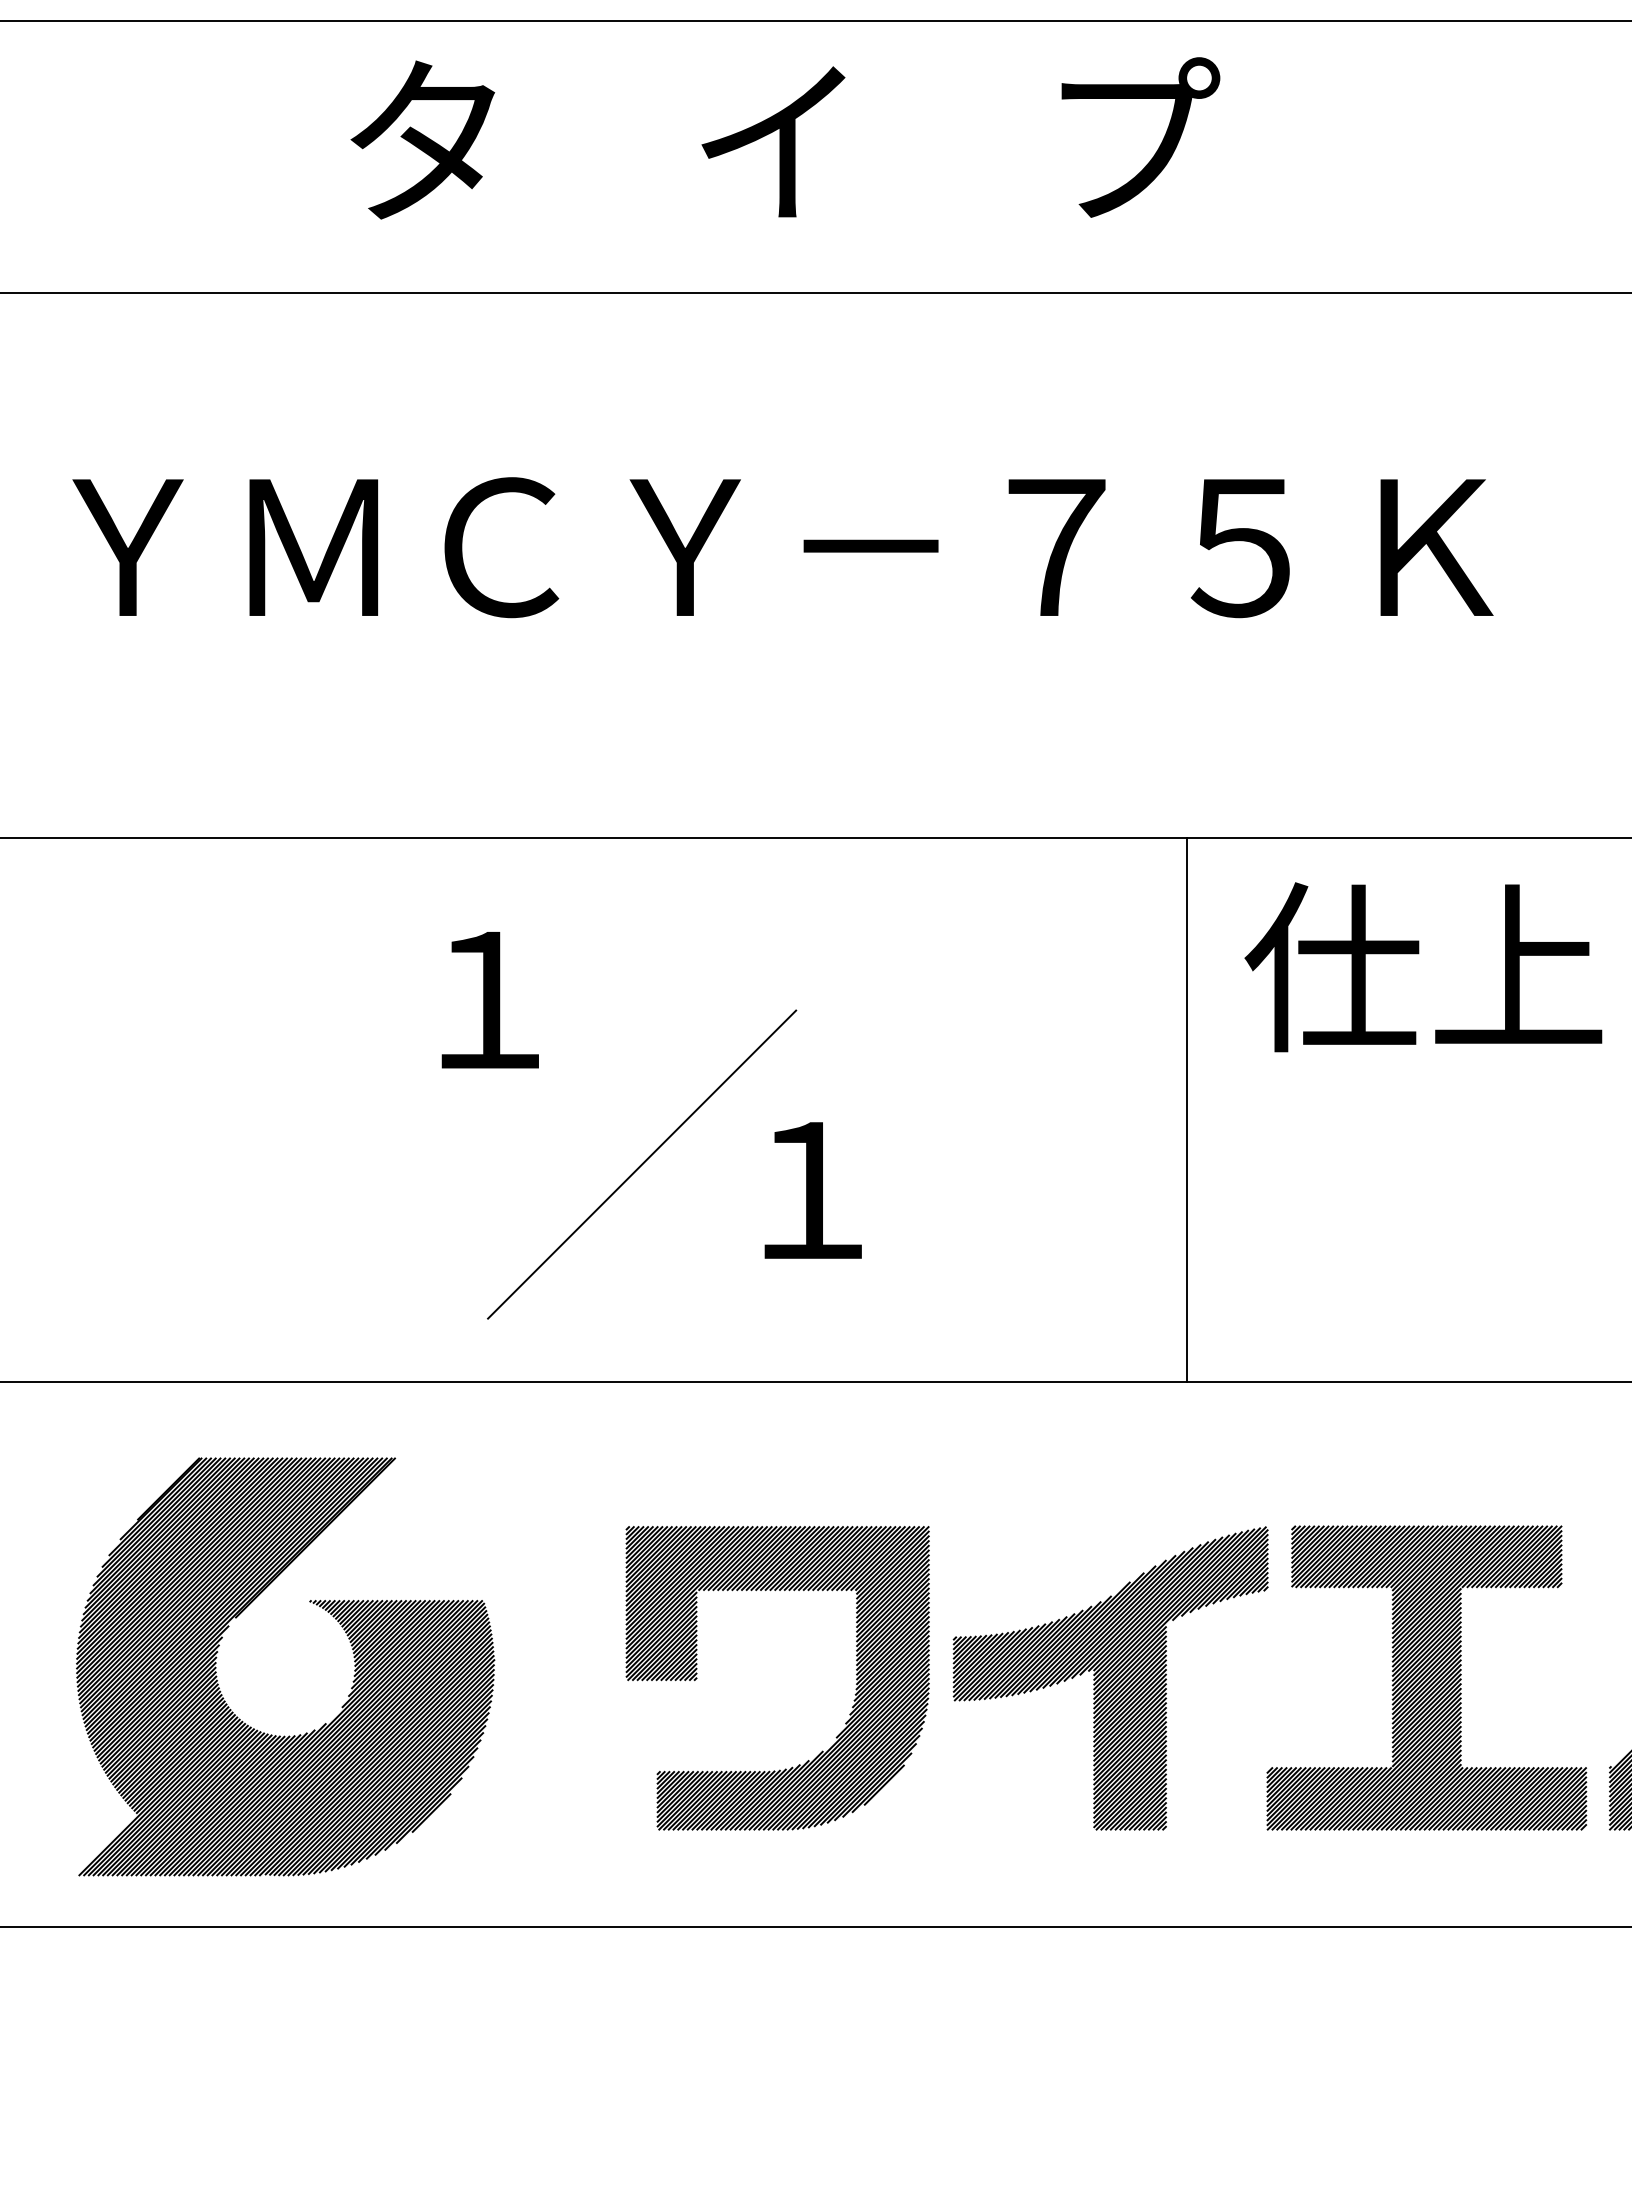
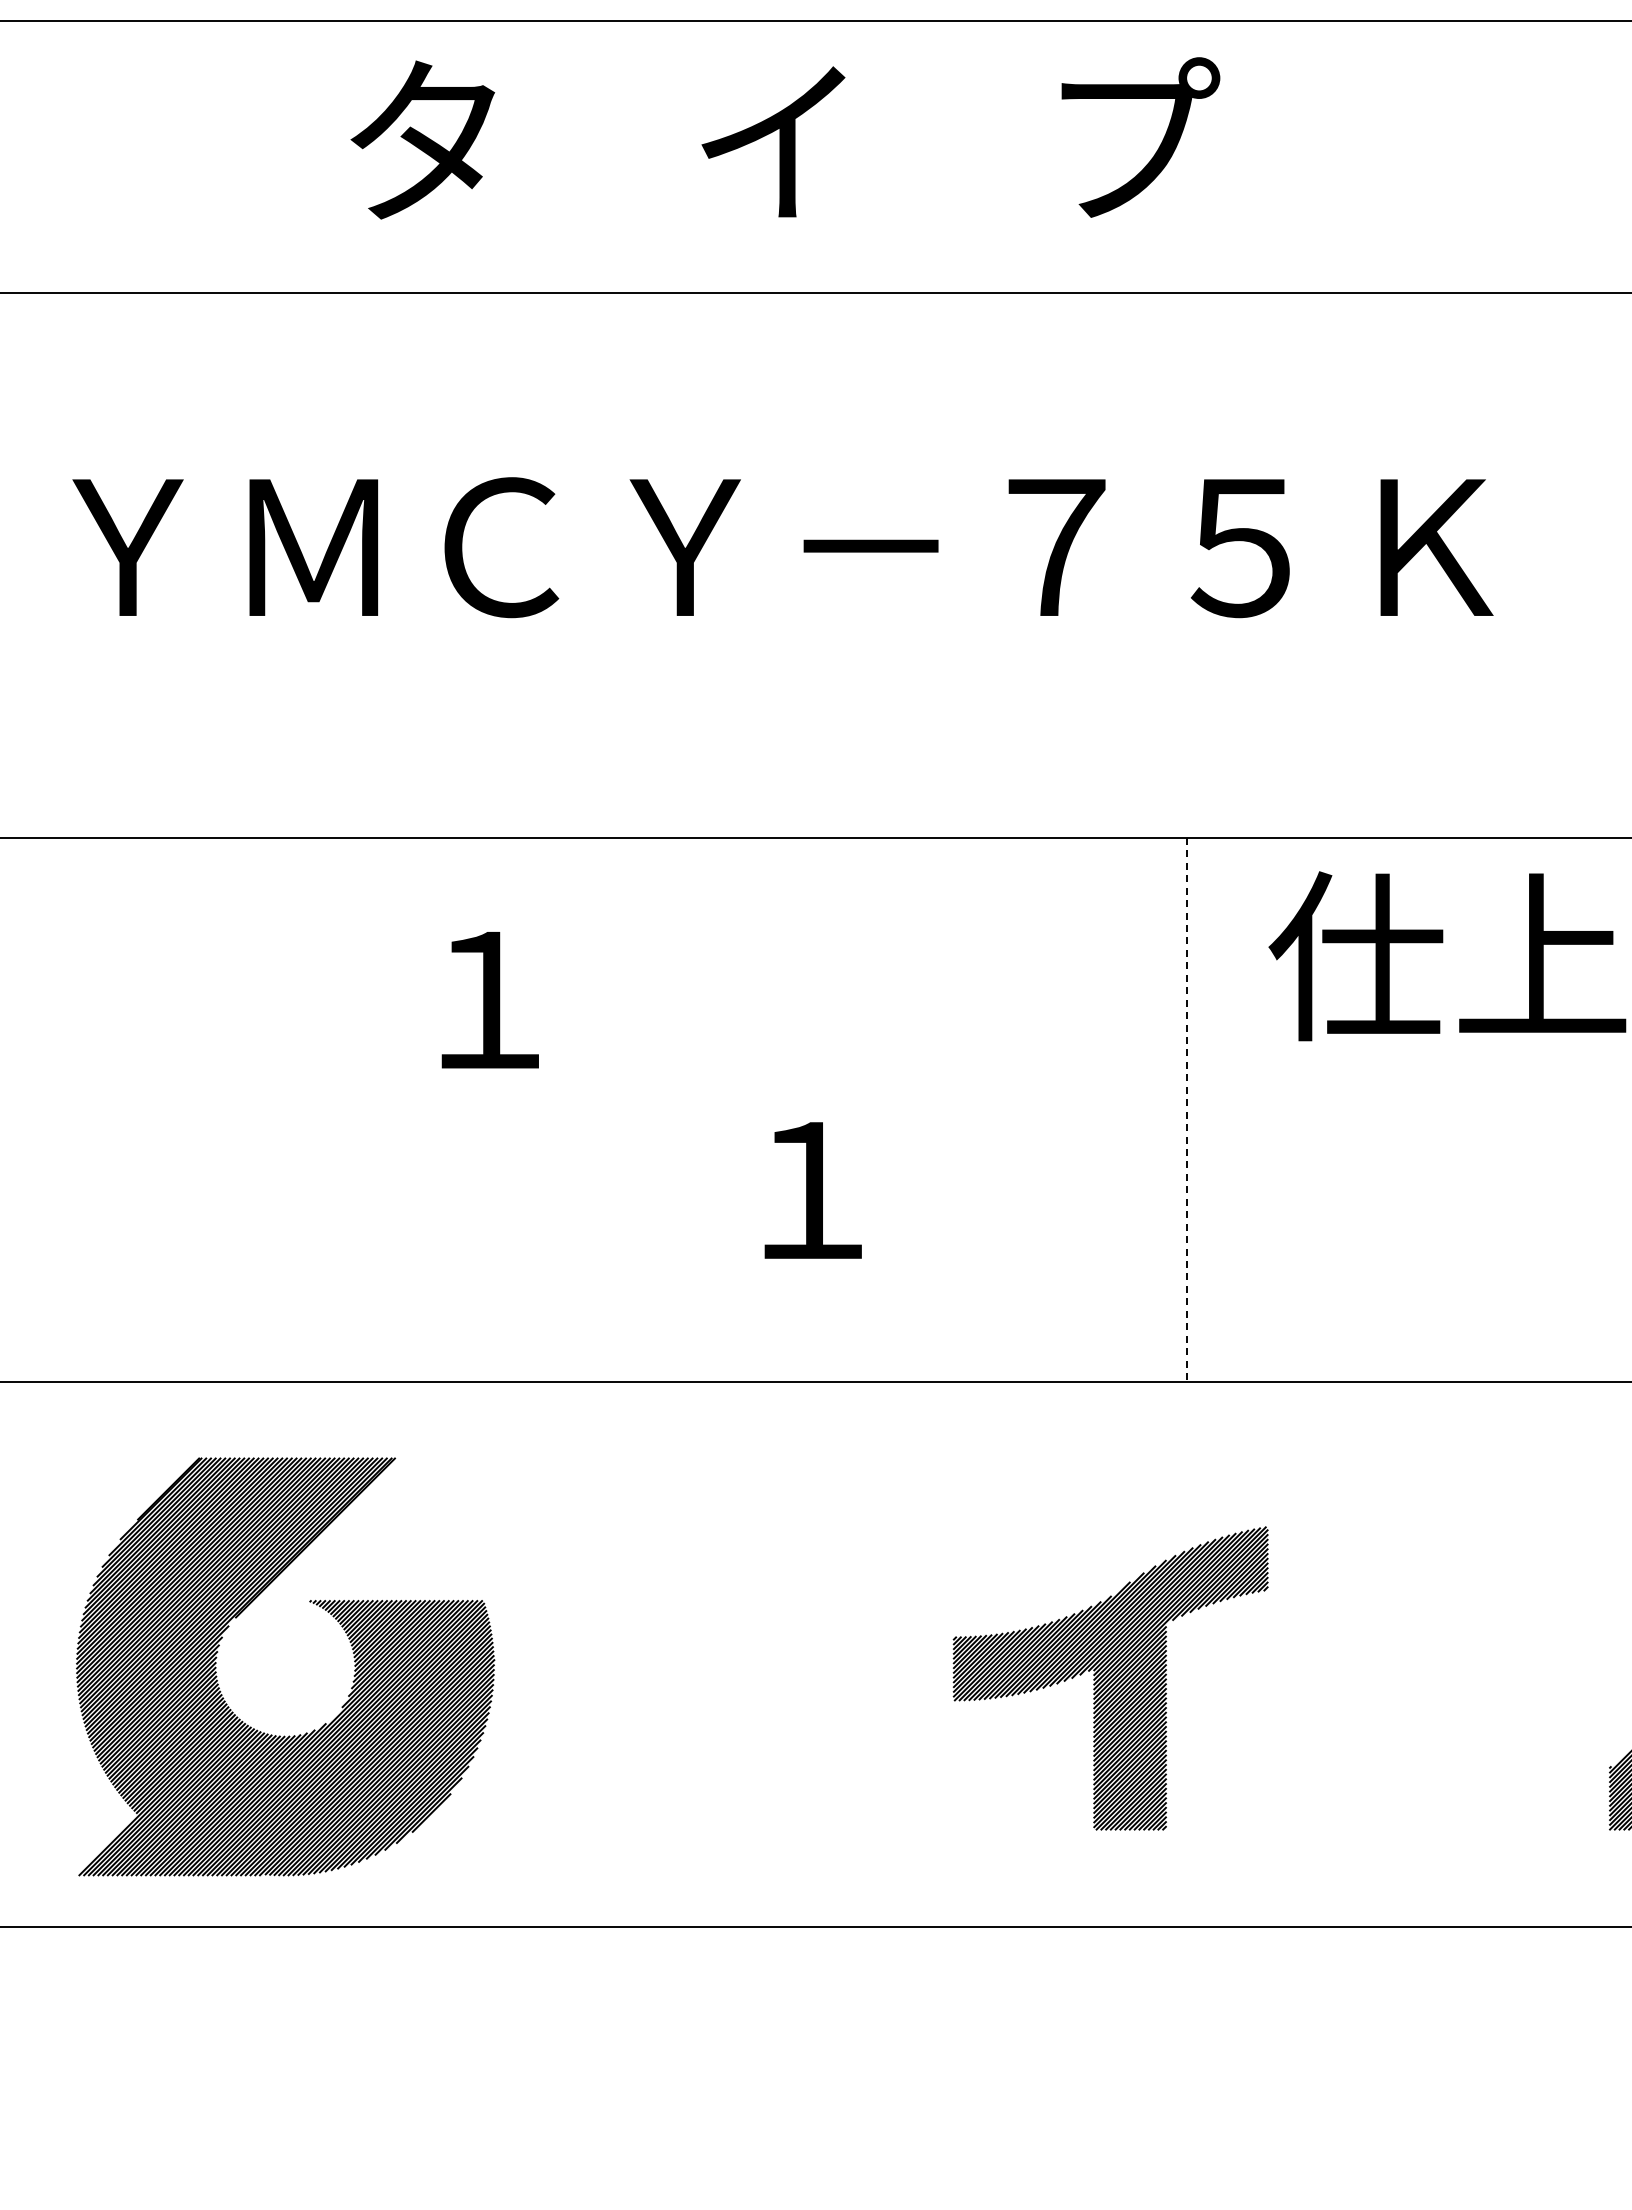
text at (1423, 967) position: (1423, 967) -> (1447, 956)
line at (1186, 1110): solid -> dashed
line at (642, 1164): present -> none
part at (1426, 1677): present -> none
part at (854, 1694): present -> none
